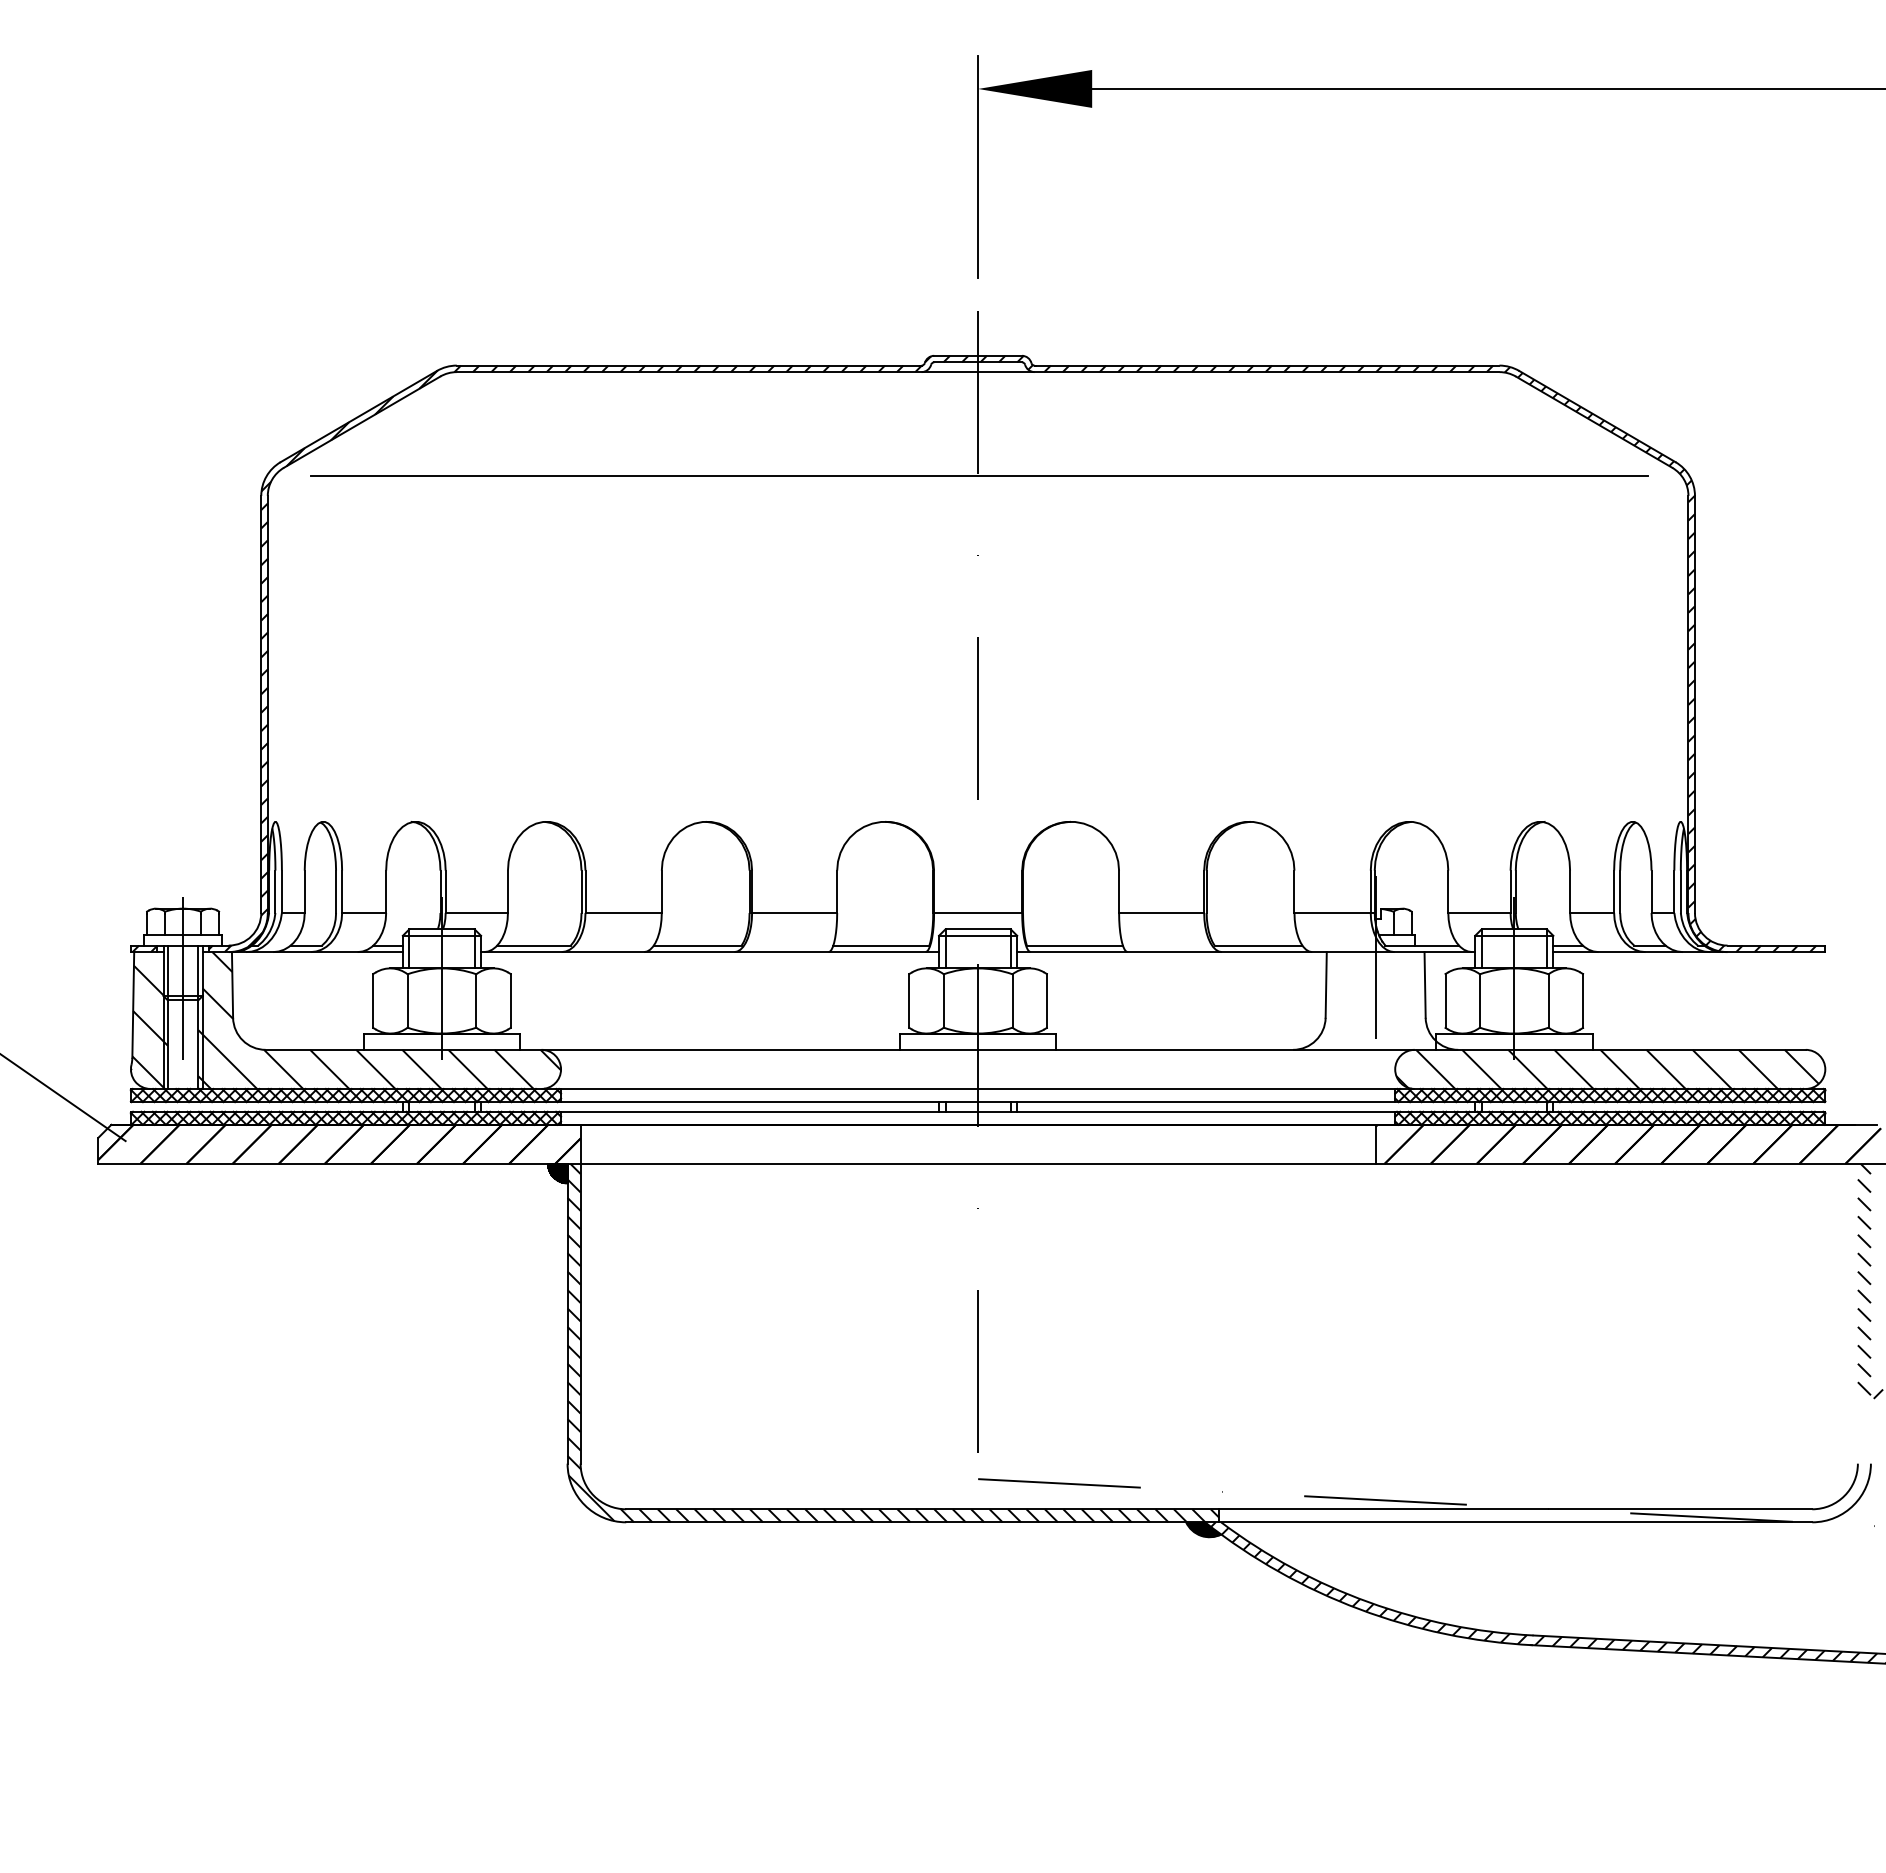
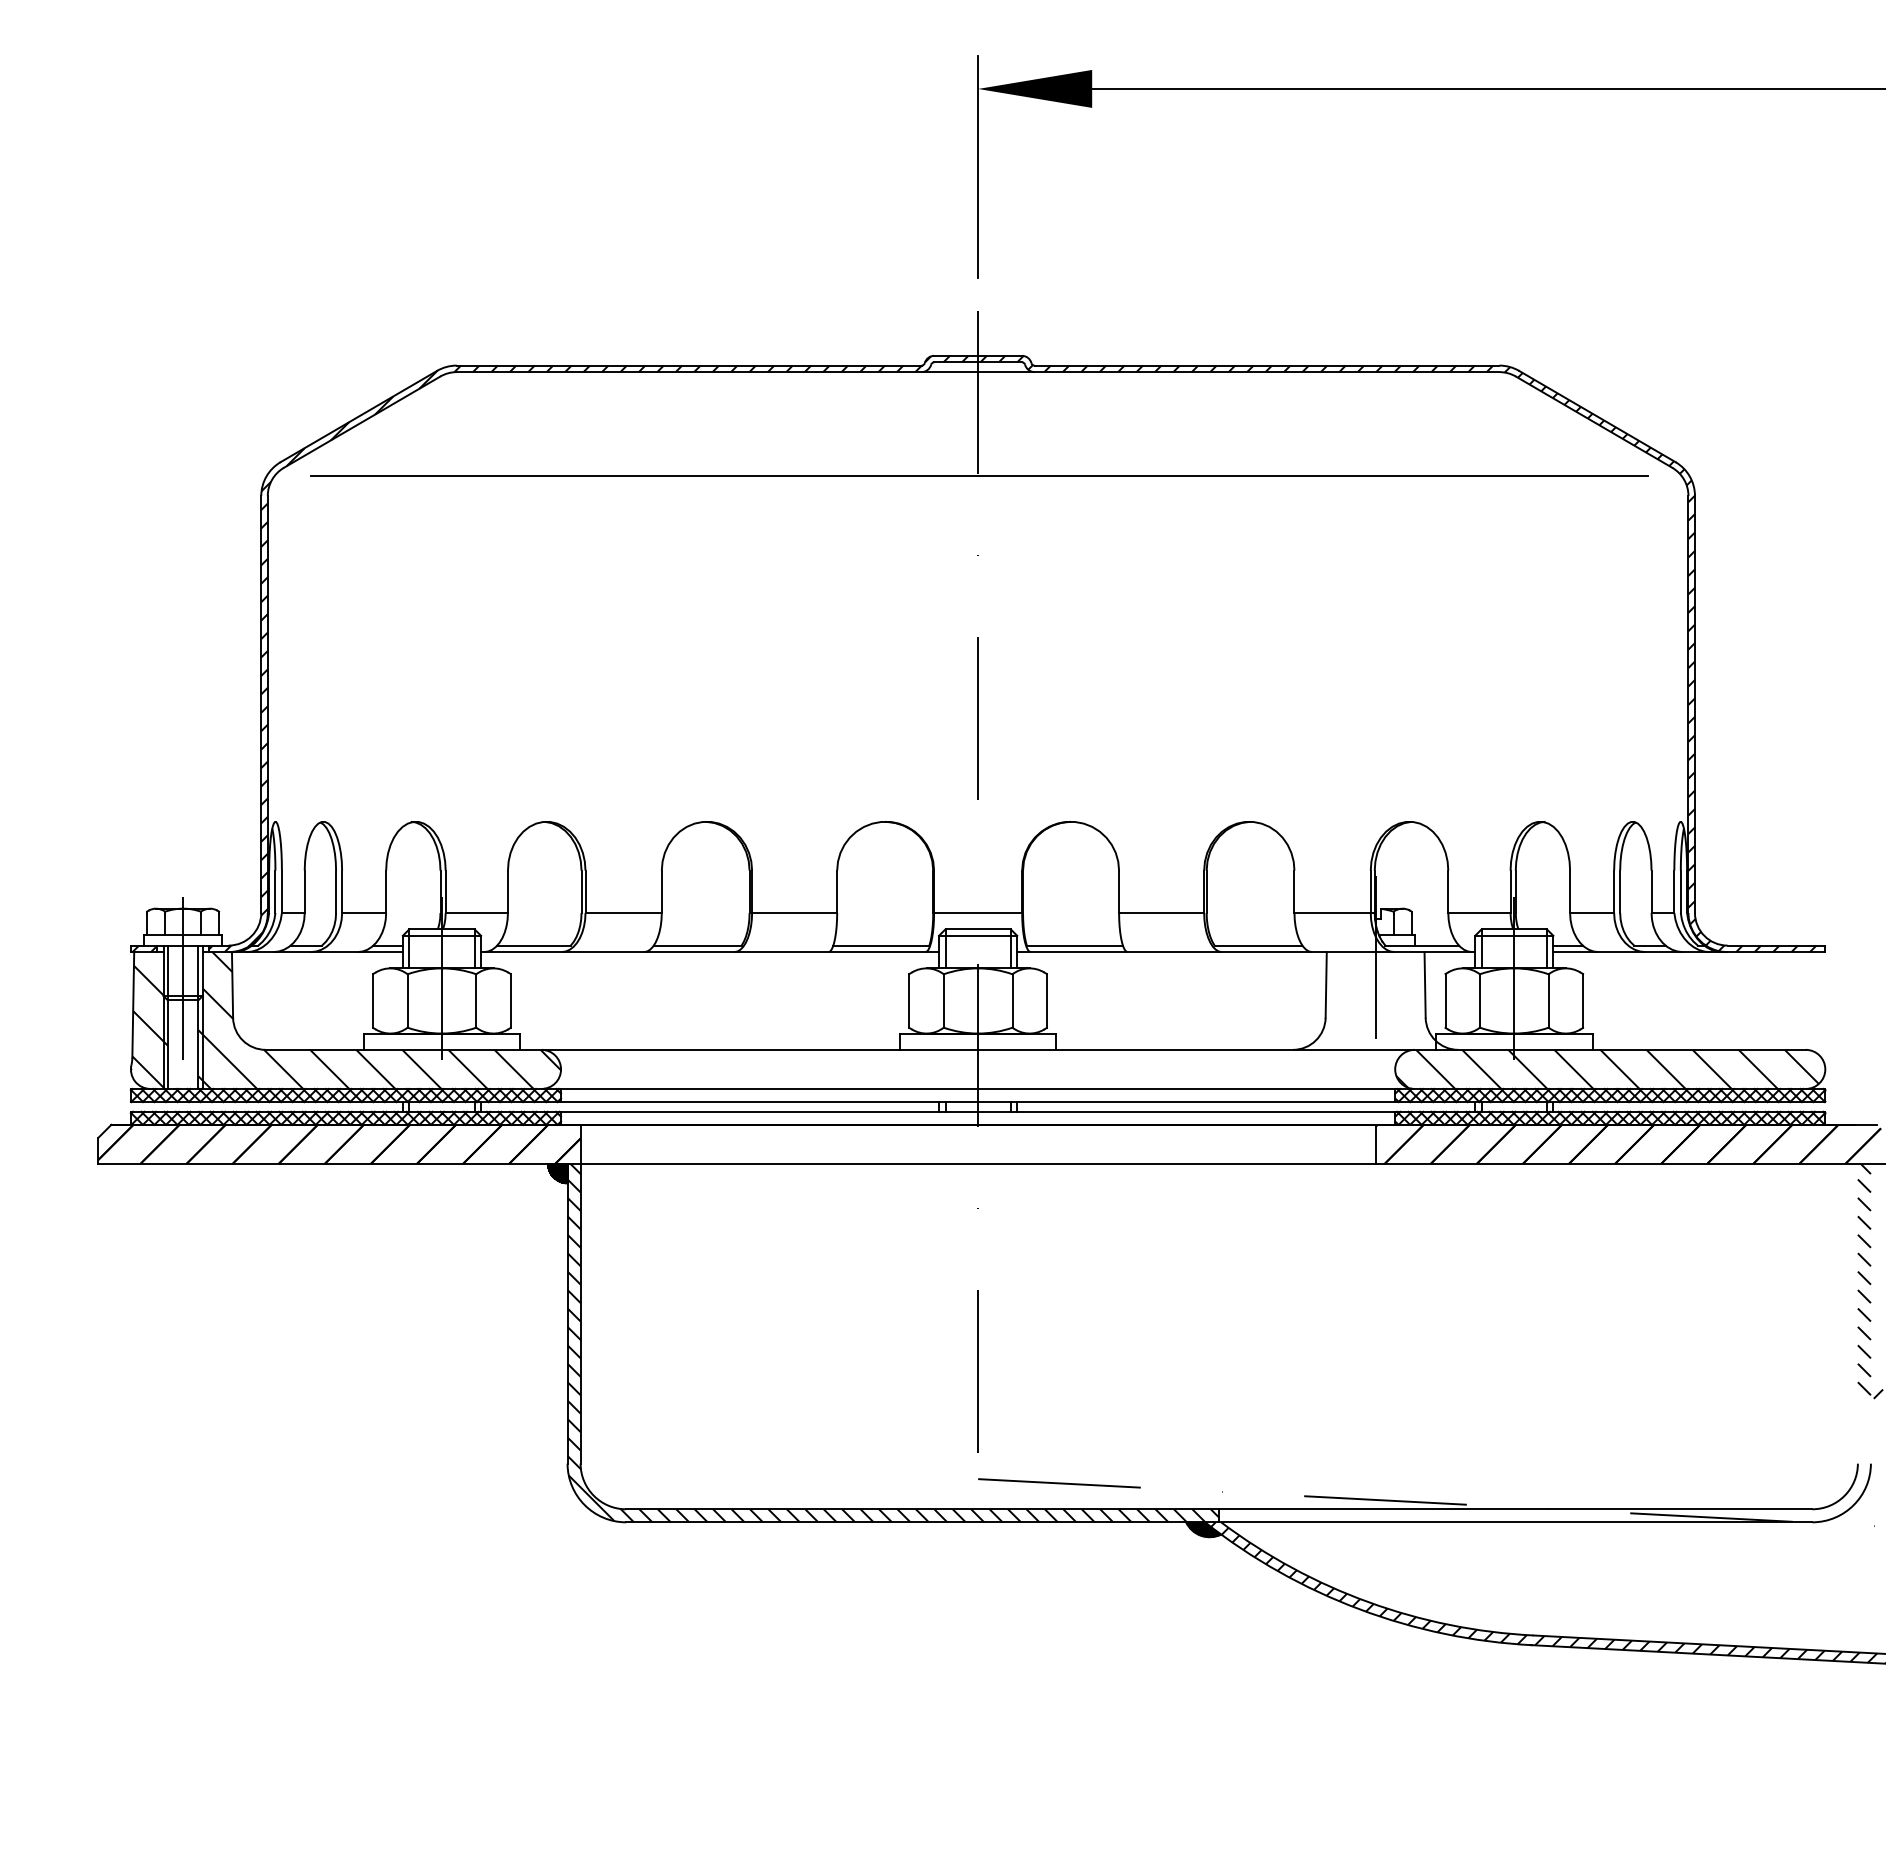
line at (63, 1098): present -> none
